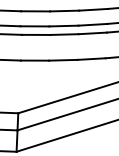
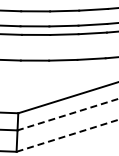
line at (68, 114): solid -> dashed
line at (68, 135): solid -> dashed
